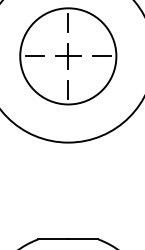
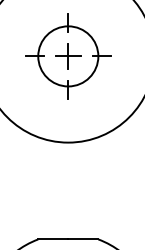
circle at (68, 56) diameter: 96 px -> 60 px
